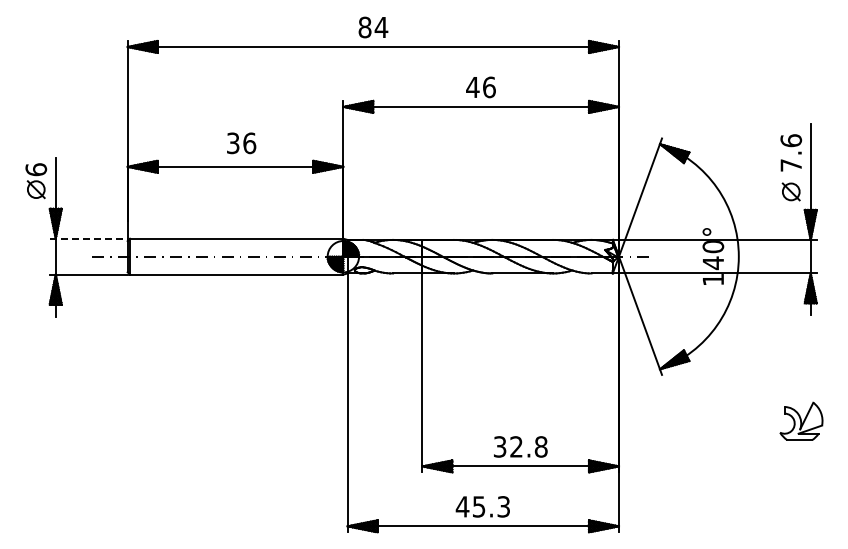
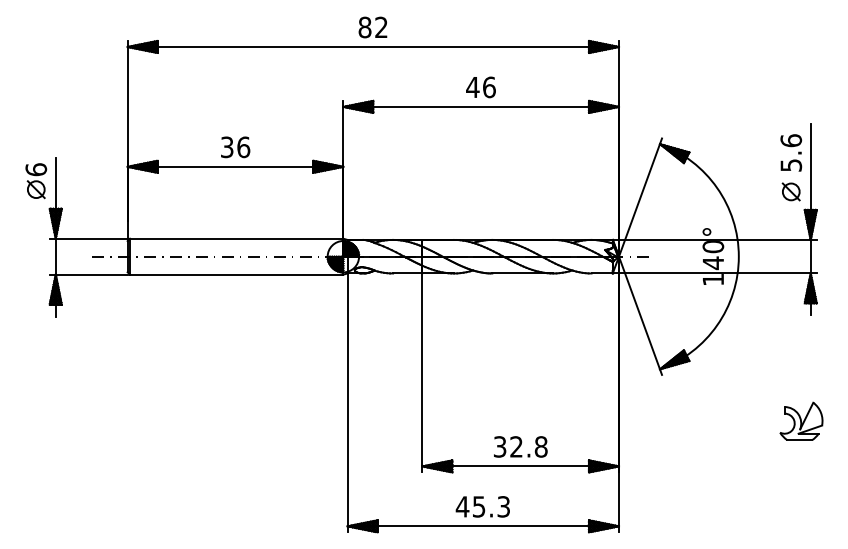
text at (381, 26): 84 -> 82
text at (241, 143) position: (241, 143) -> (235, 147)
text at (791, 165): 7.6 -> 5.6
line at (88, 238): dashed -> solid
